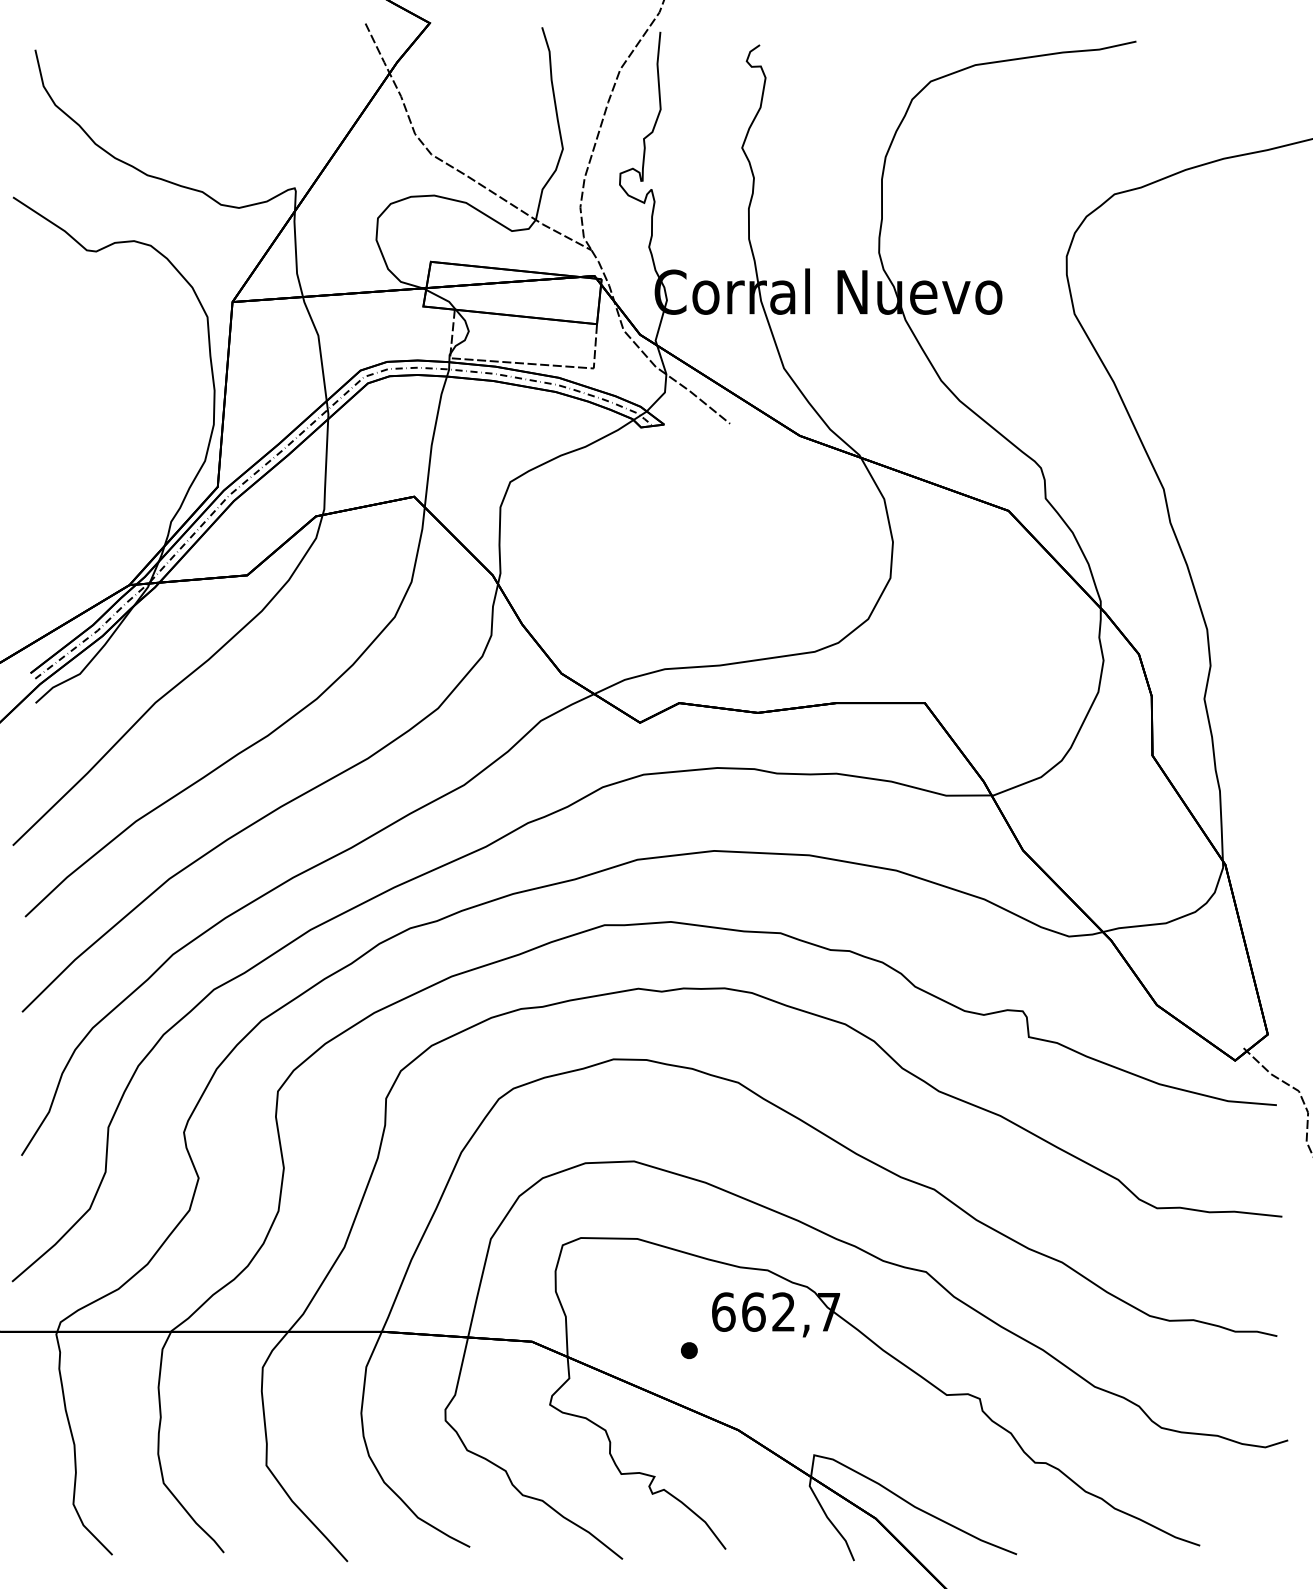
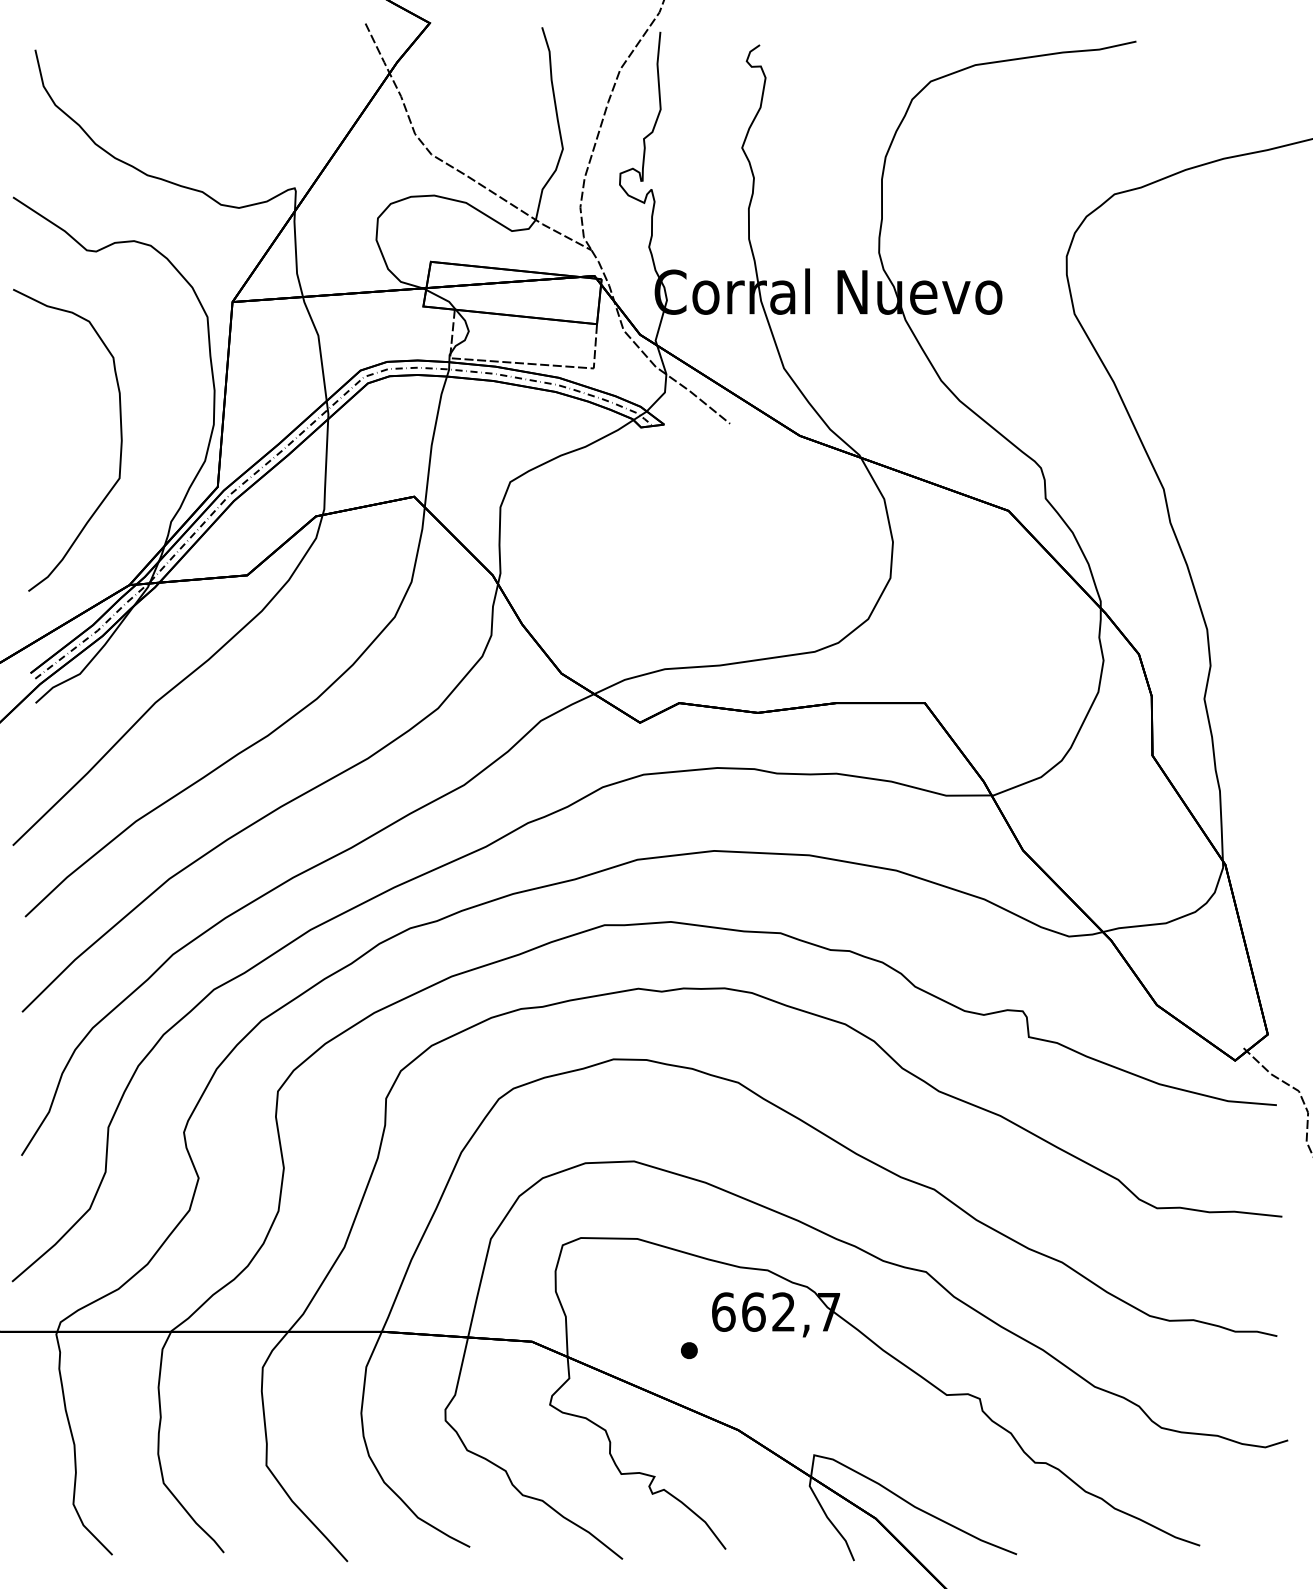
curve at (120, 439): none -> present
